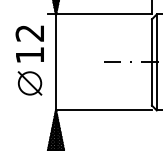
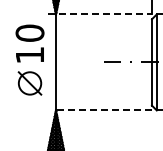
line at (100, 14): solid -> dashed
text at (29, 32): 12 -> 10
line at (104, 110): solid -> dashed
